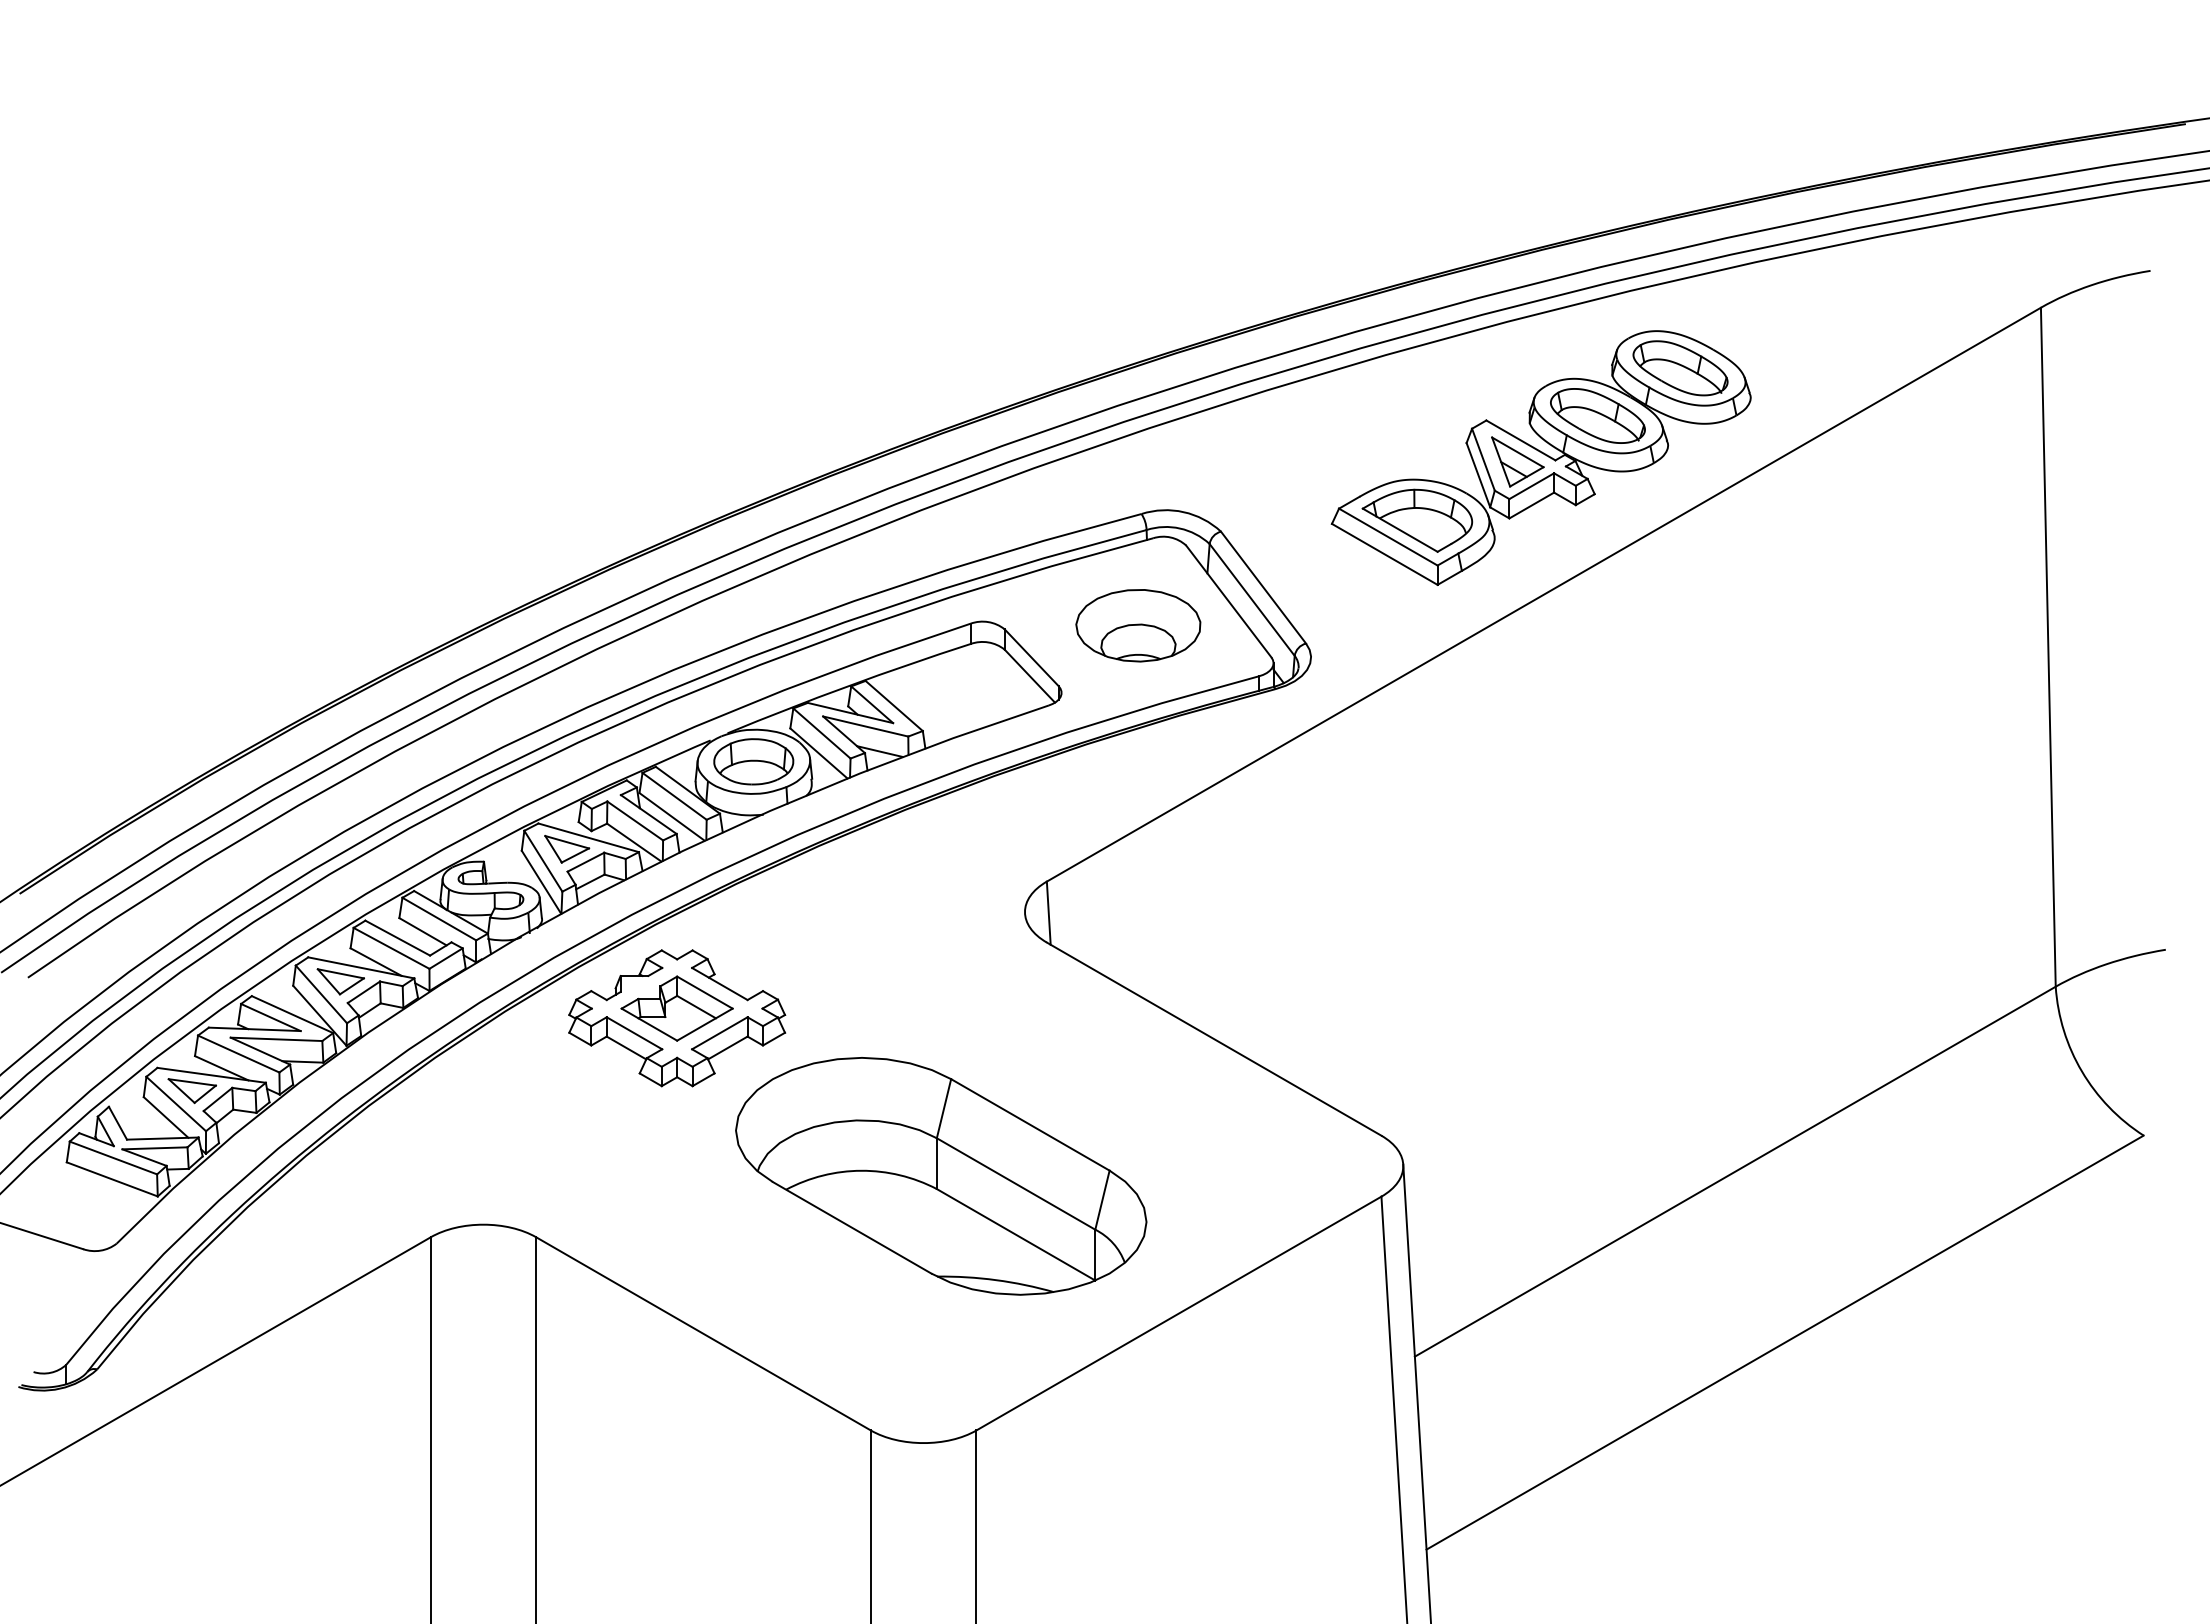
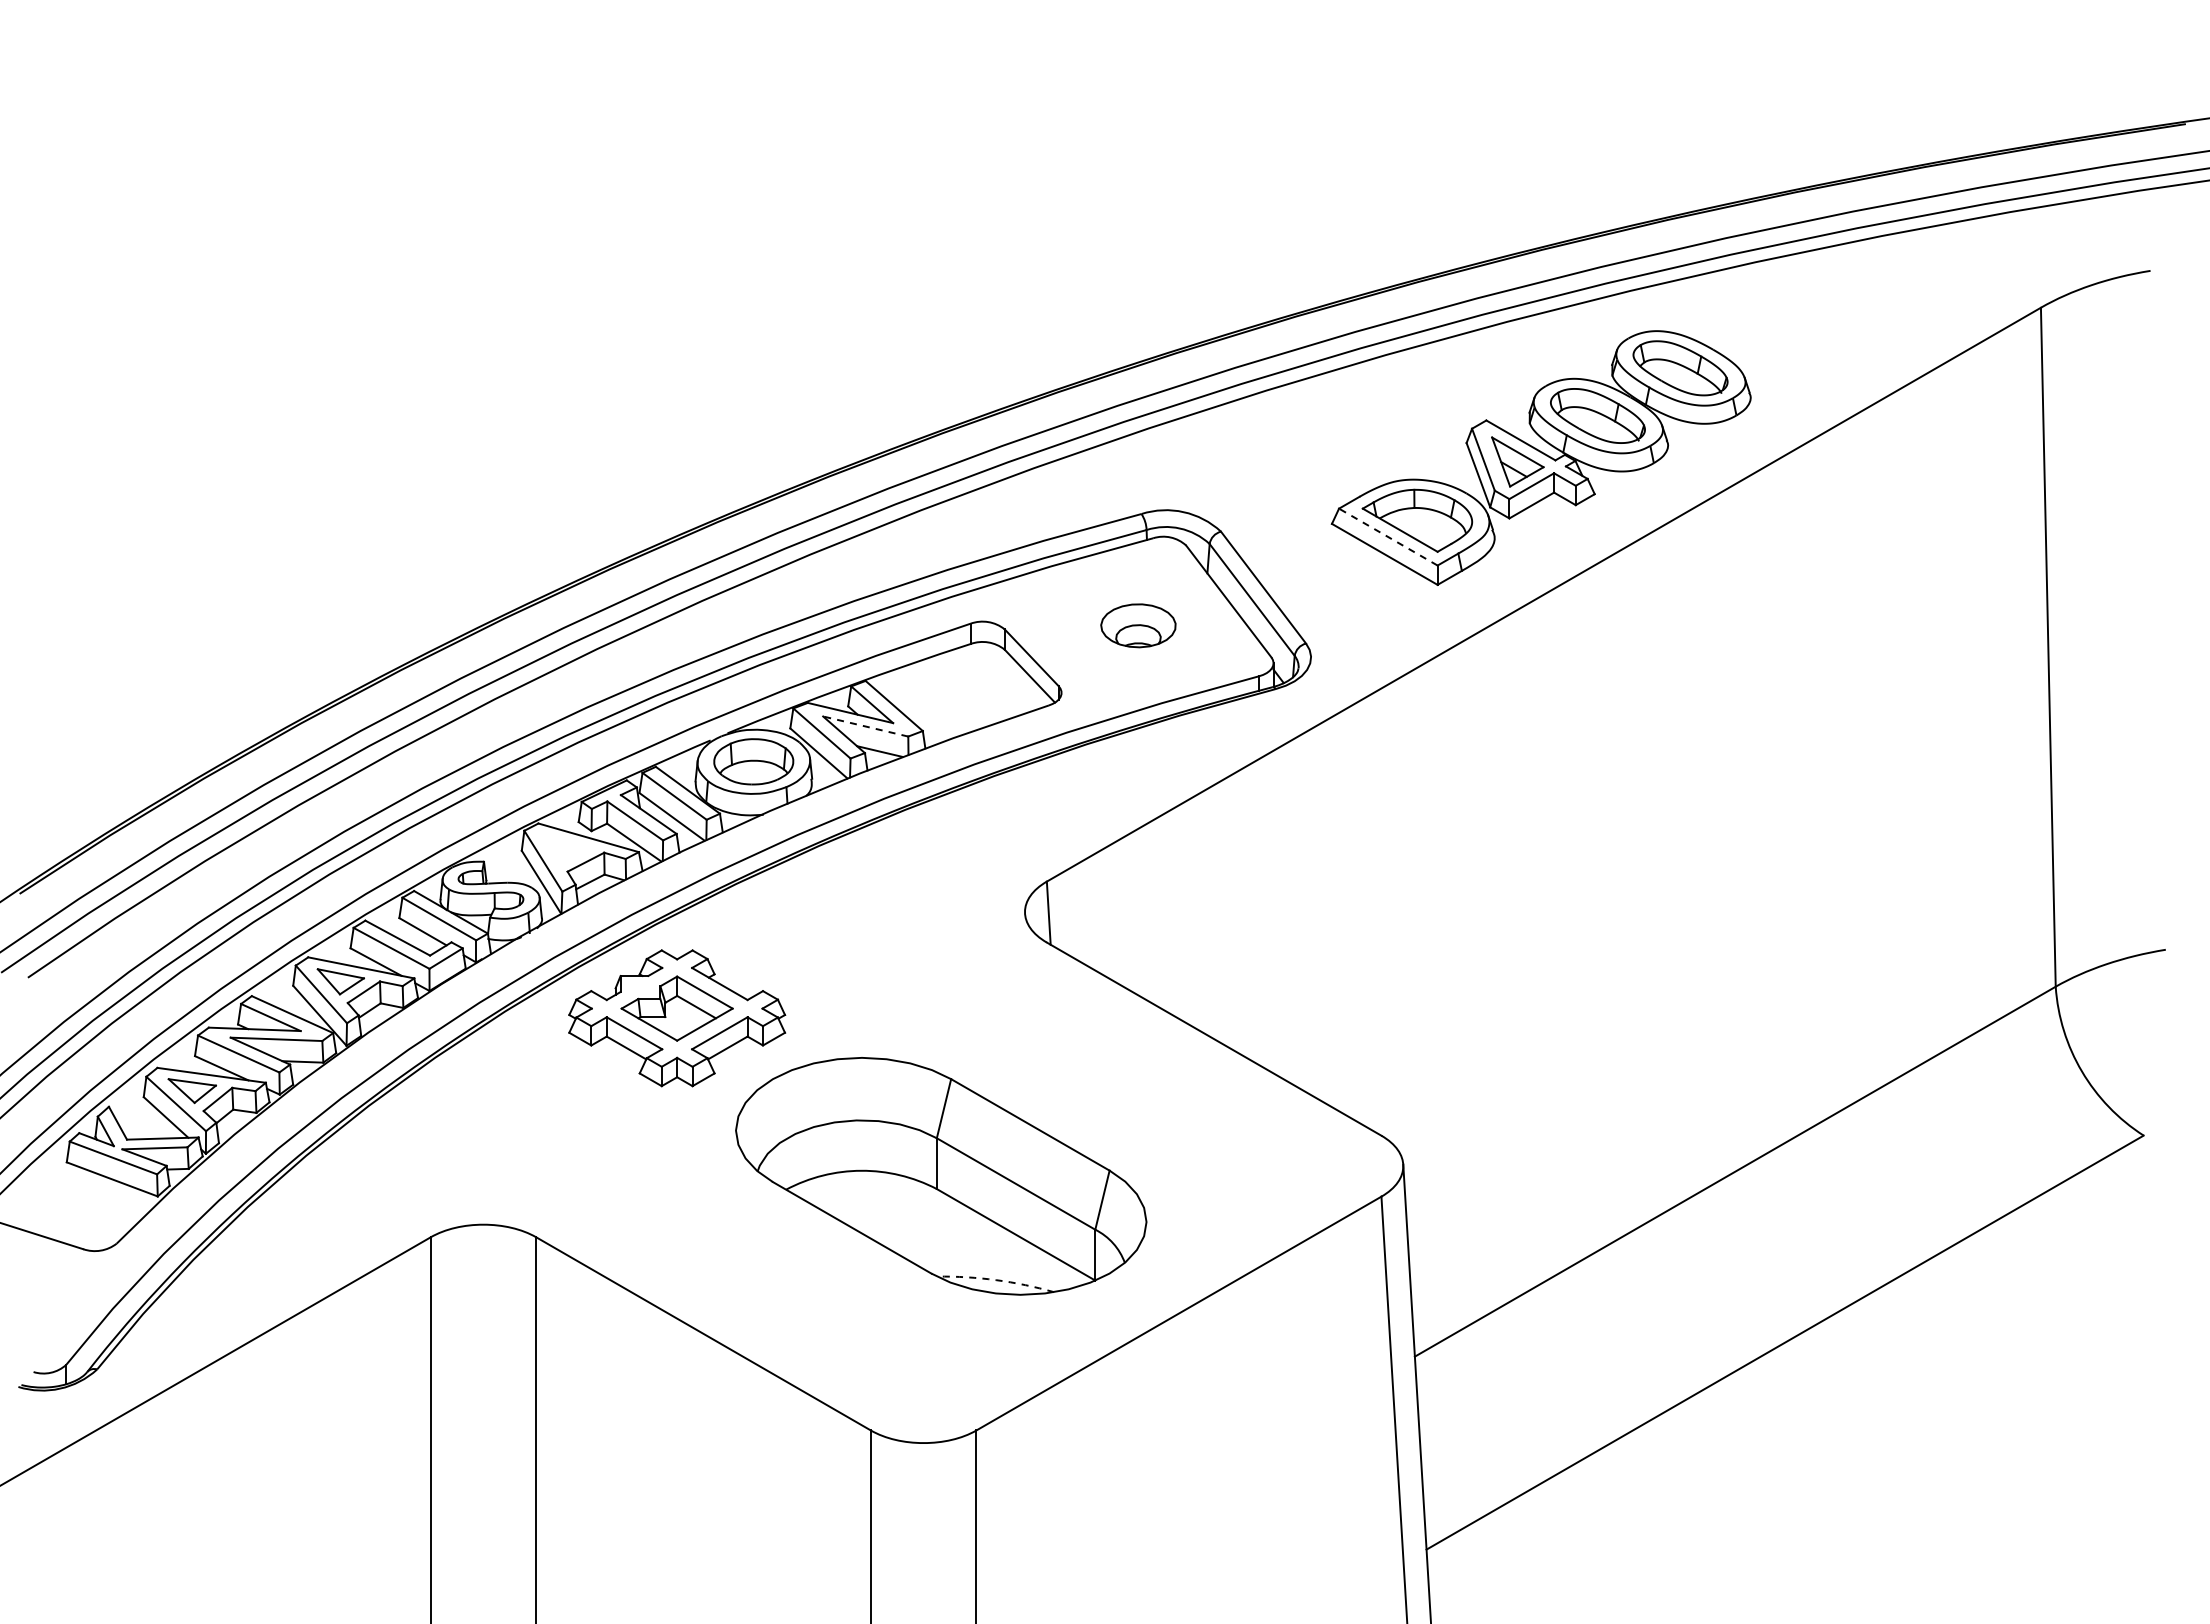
line at (1388, 537): solid -> dashed
part at (1138, 625) size: 127x74 px -> 77x46 px
line at (865, 726): solid -> dashed
part at (567, 849): present -> none
arc at (996, 1280): solid -> dashed
